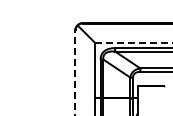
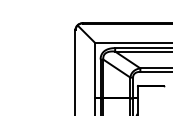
line at (133, 42): dashed -> solid
line at (75, 72): dashed -> solid
